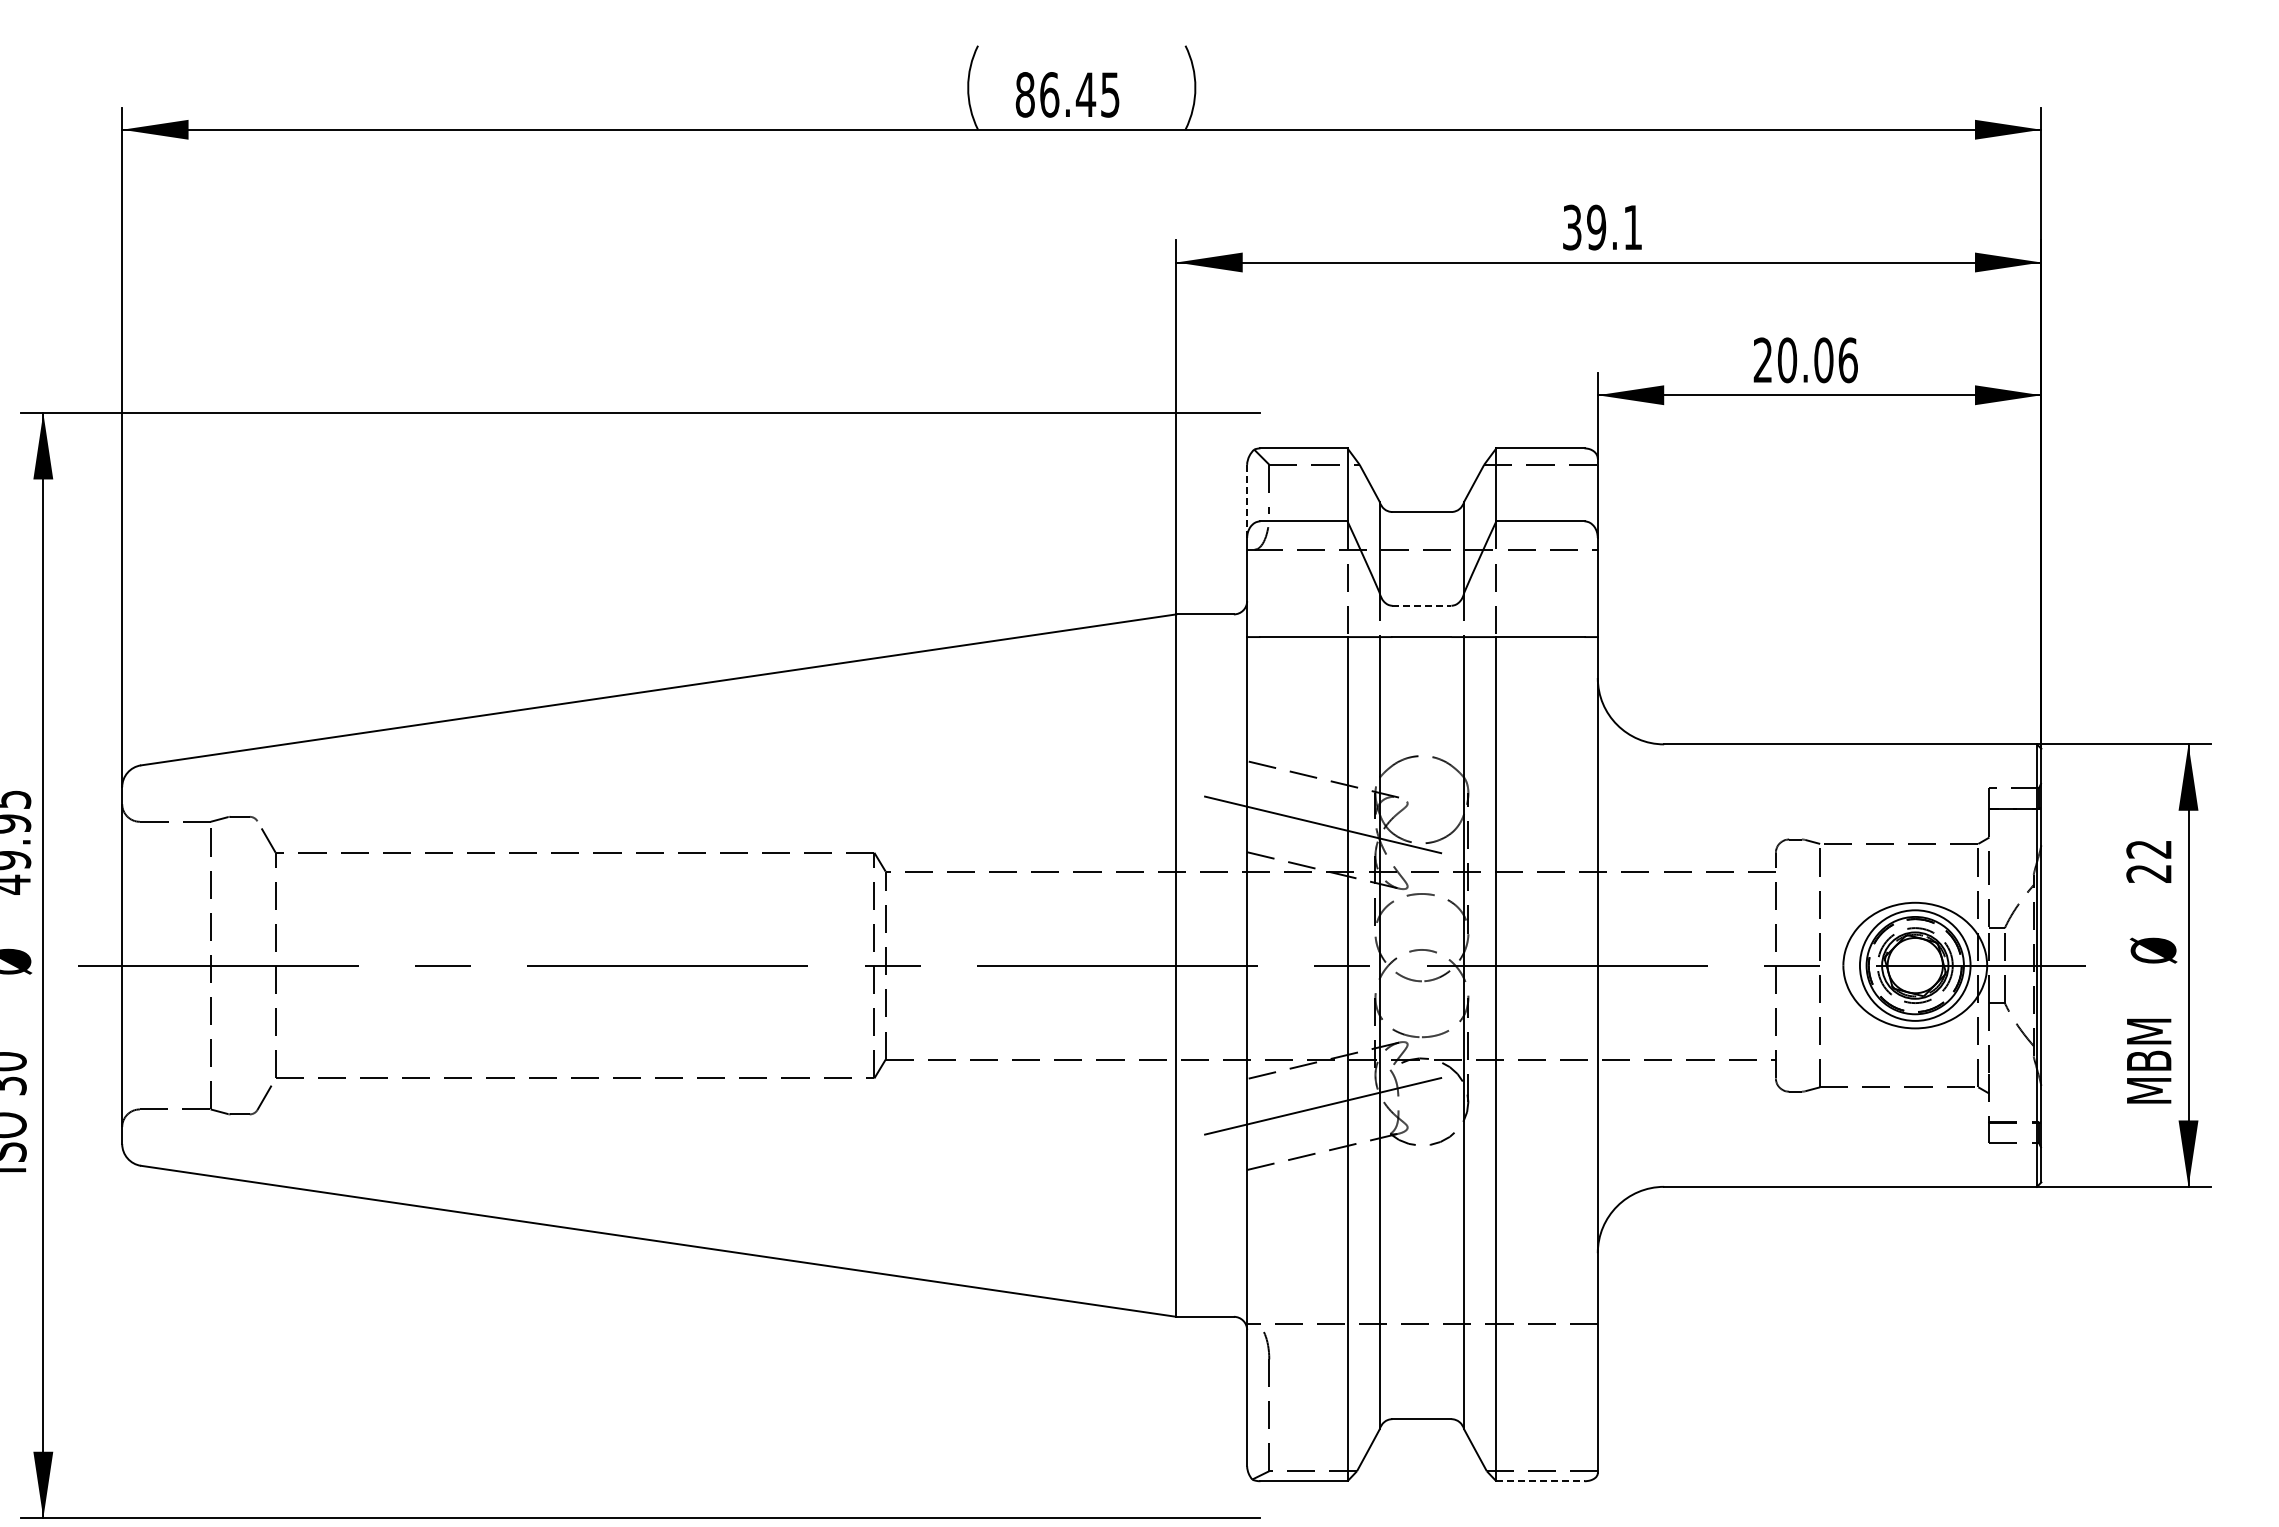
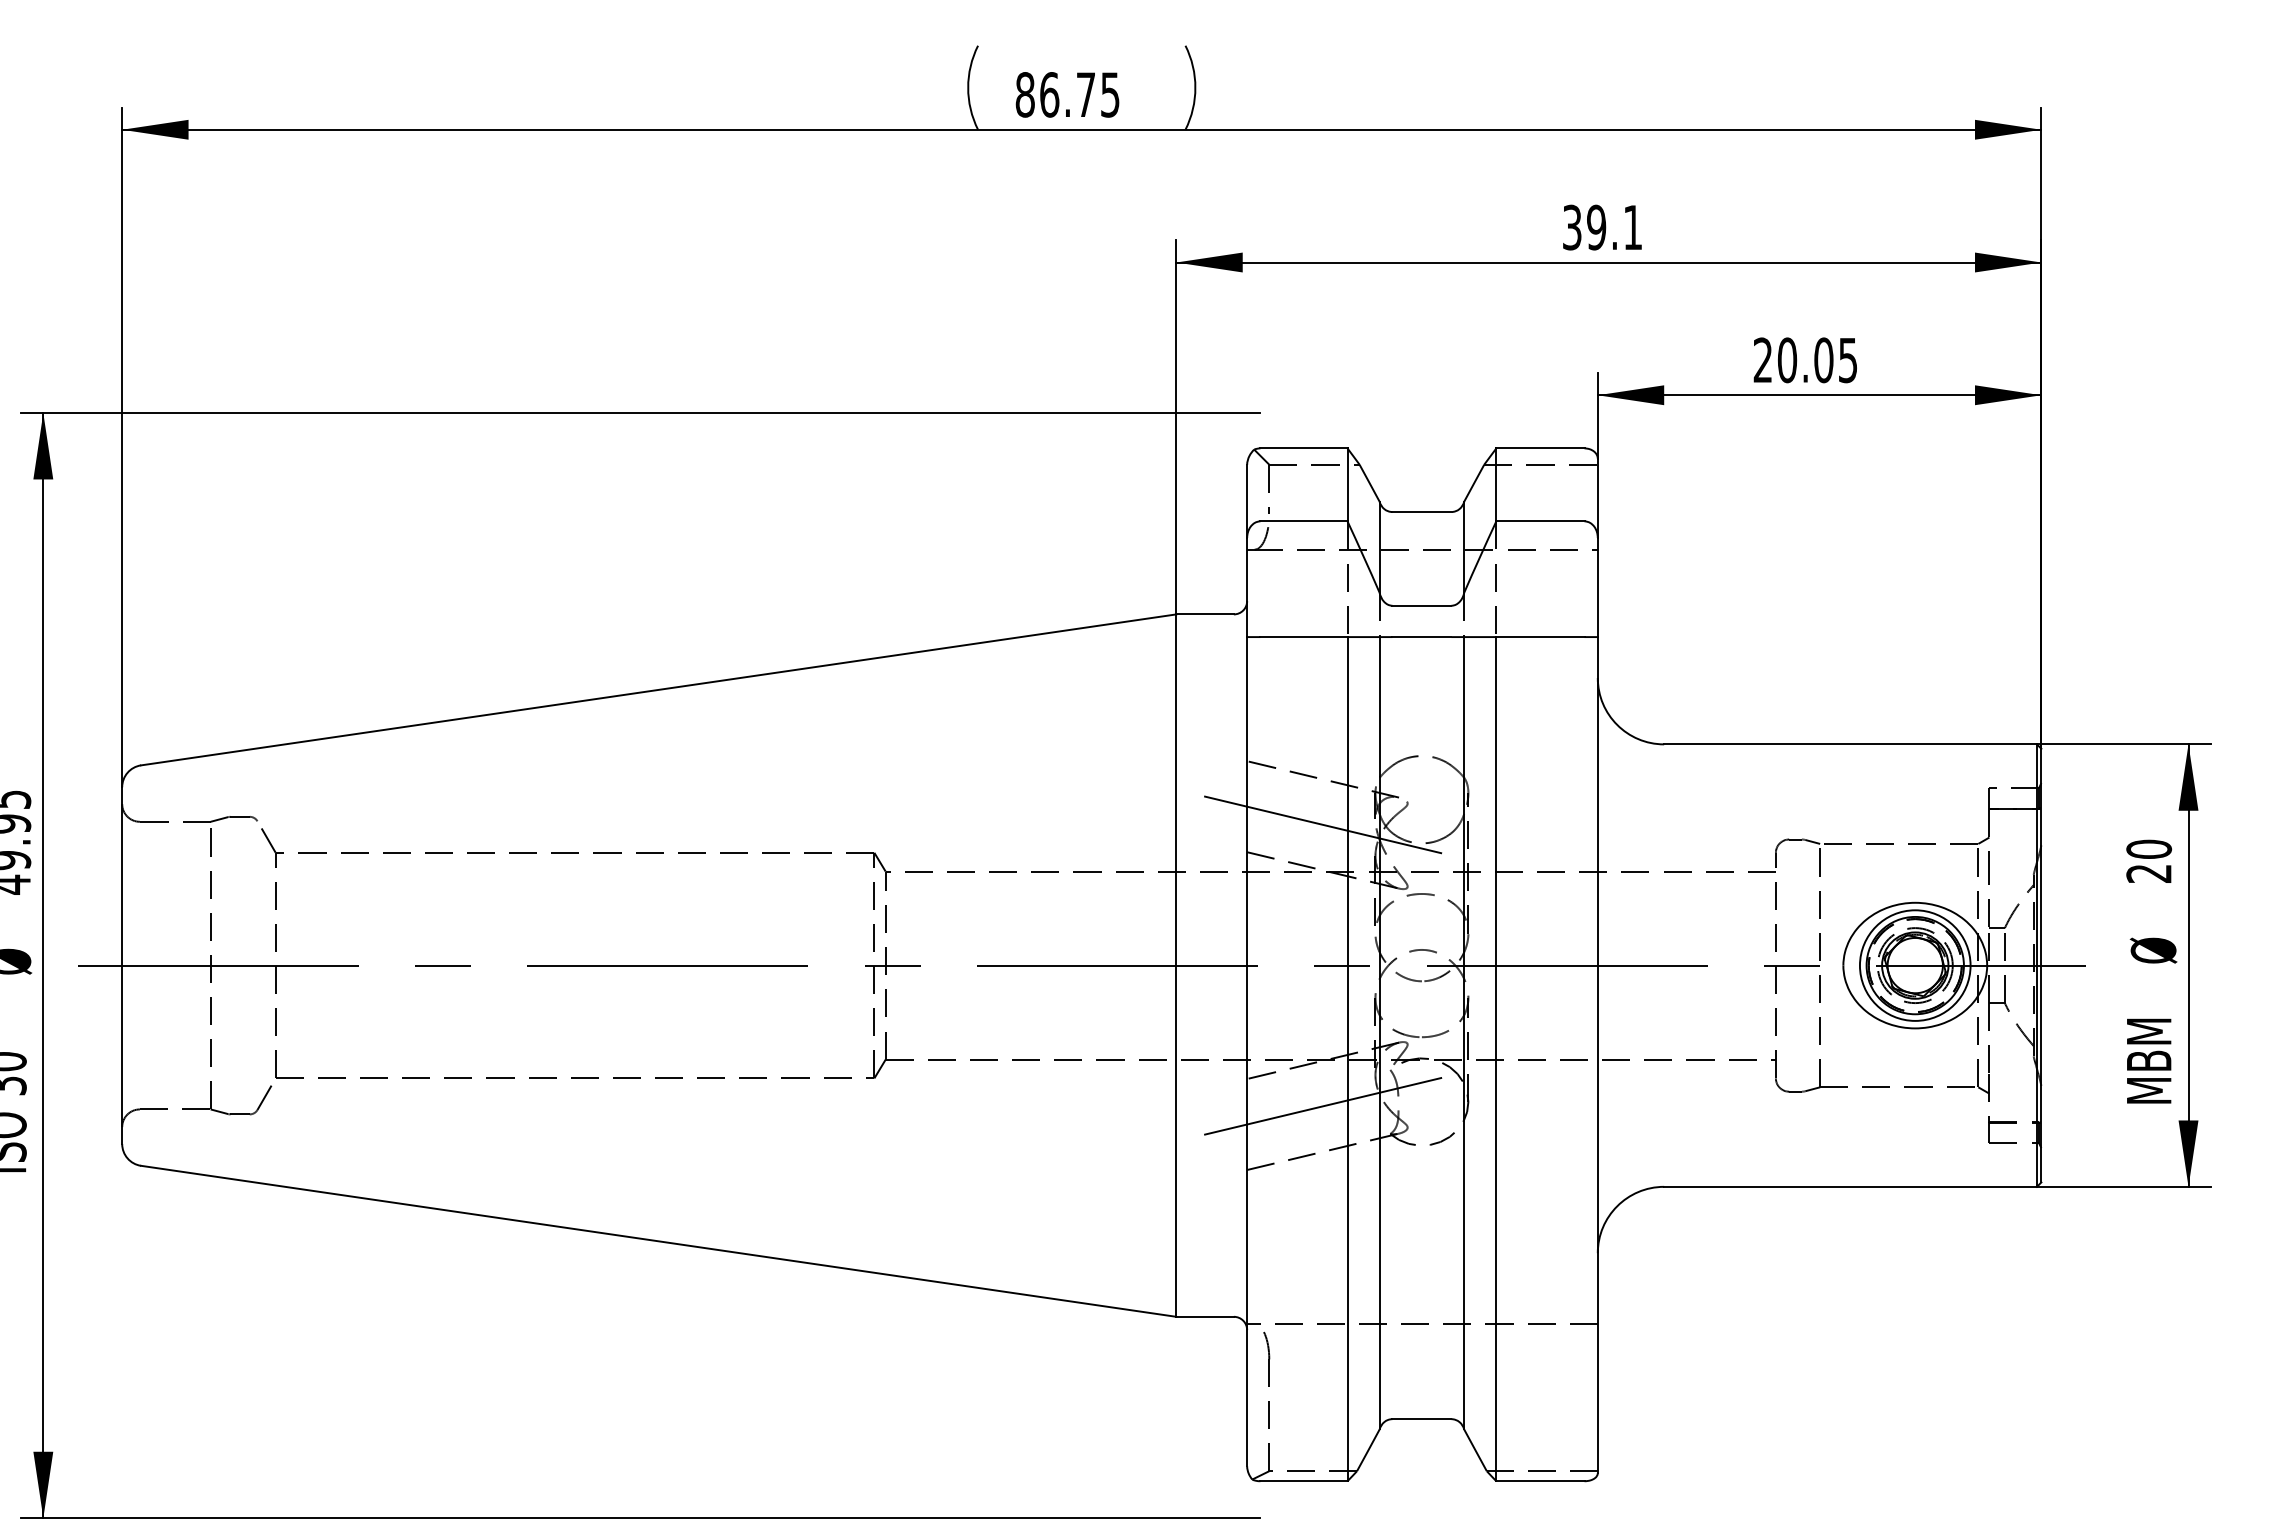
text at (1085, 94): 86.45 -> 86.75
text at (1847, 360): 20.06 -> 20.05
line at (1247, 501): dashed -> solid
line at (1421, 605): dashed -> solid
text at (2149, 848): 22 -> 20
line at (1540, 1481): dashed -> solid
